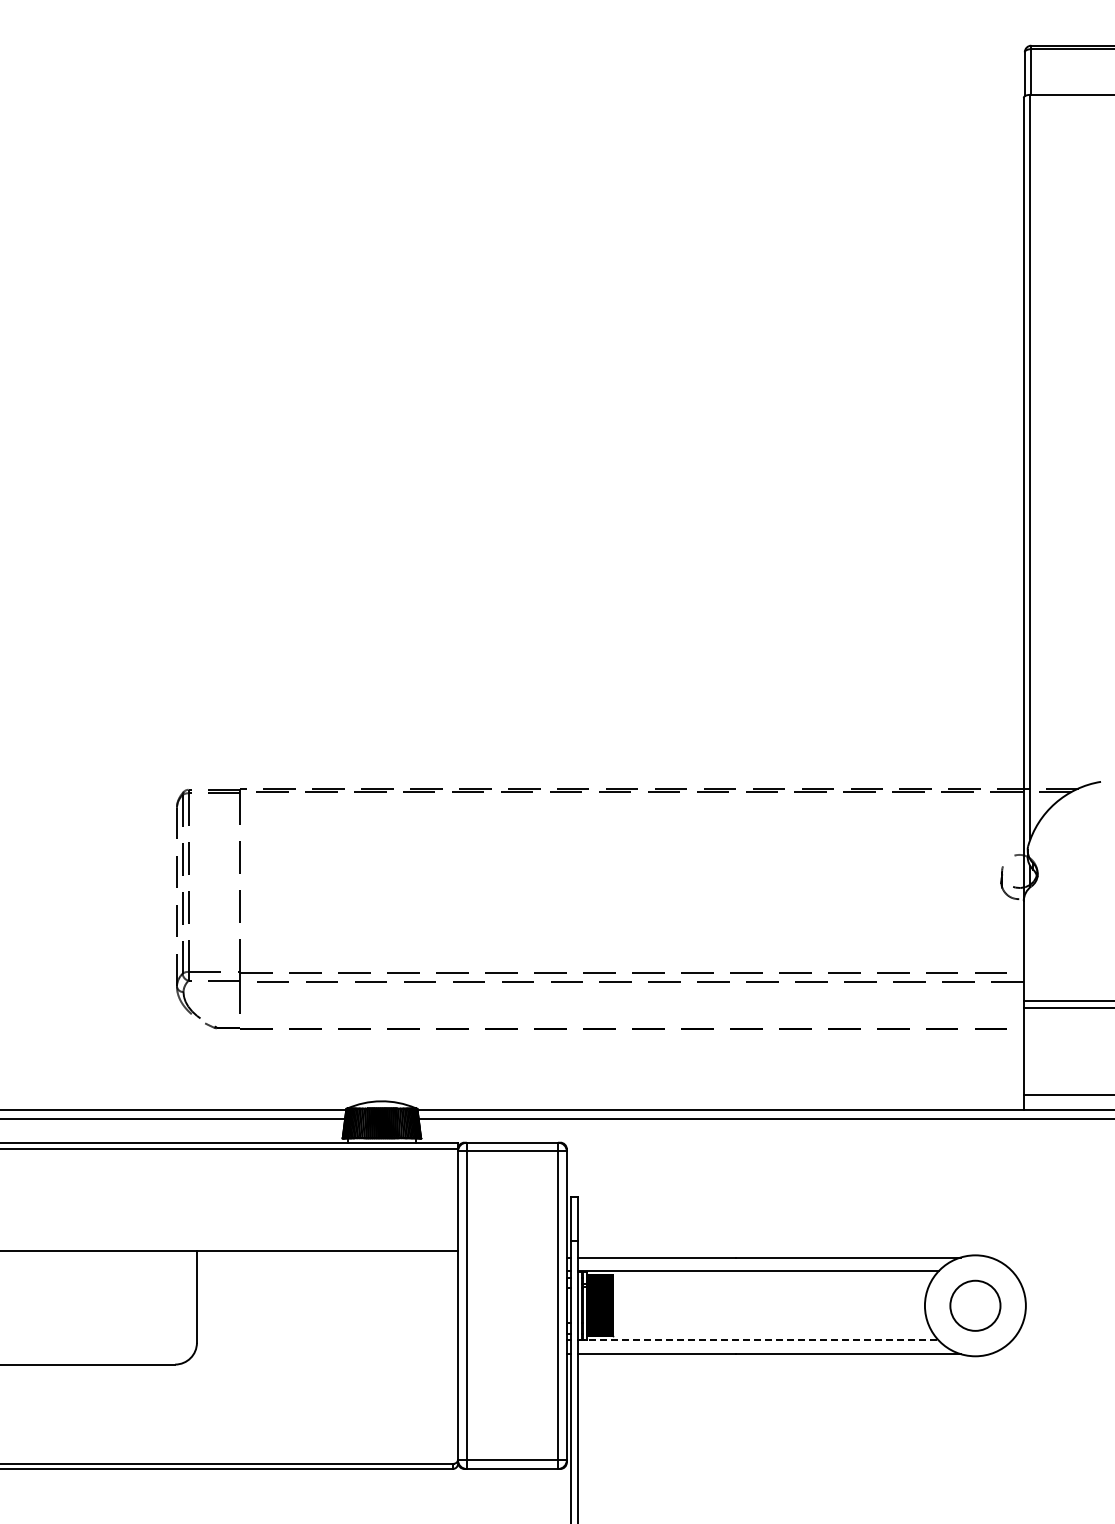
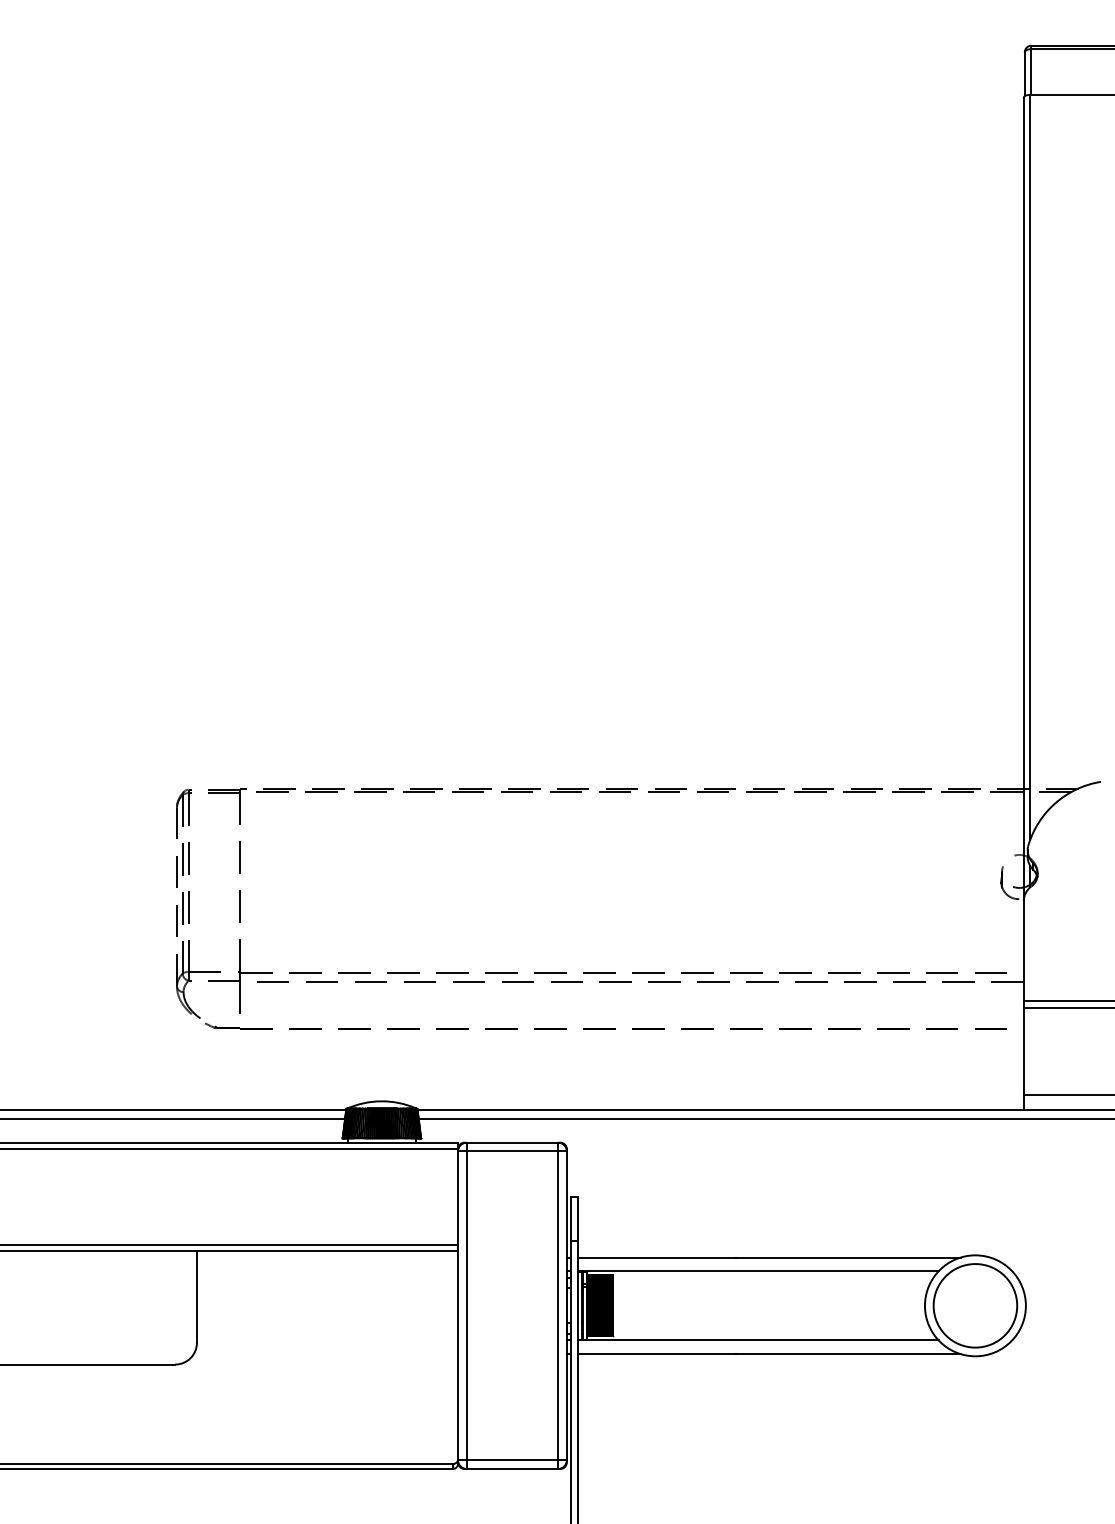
line at (230, 1244): none -> present
circle at (975, 1305) diameter: 50 px -> 84 px
line at (758, 1340): dashed -> solid
